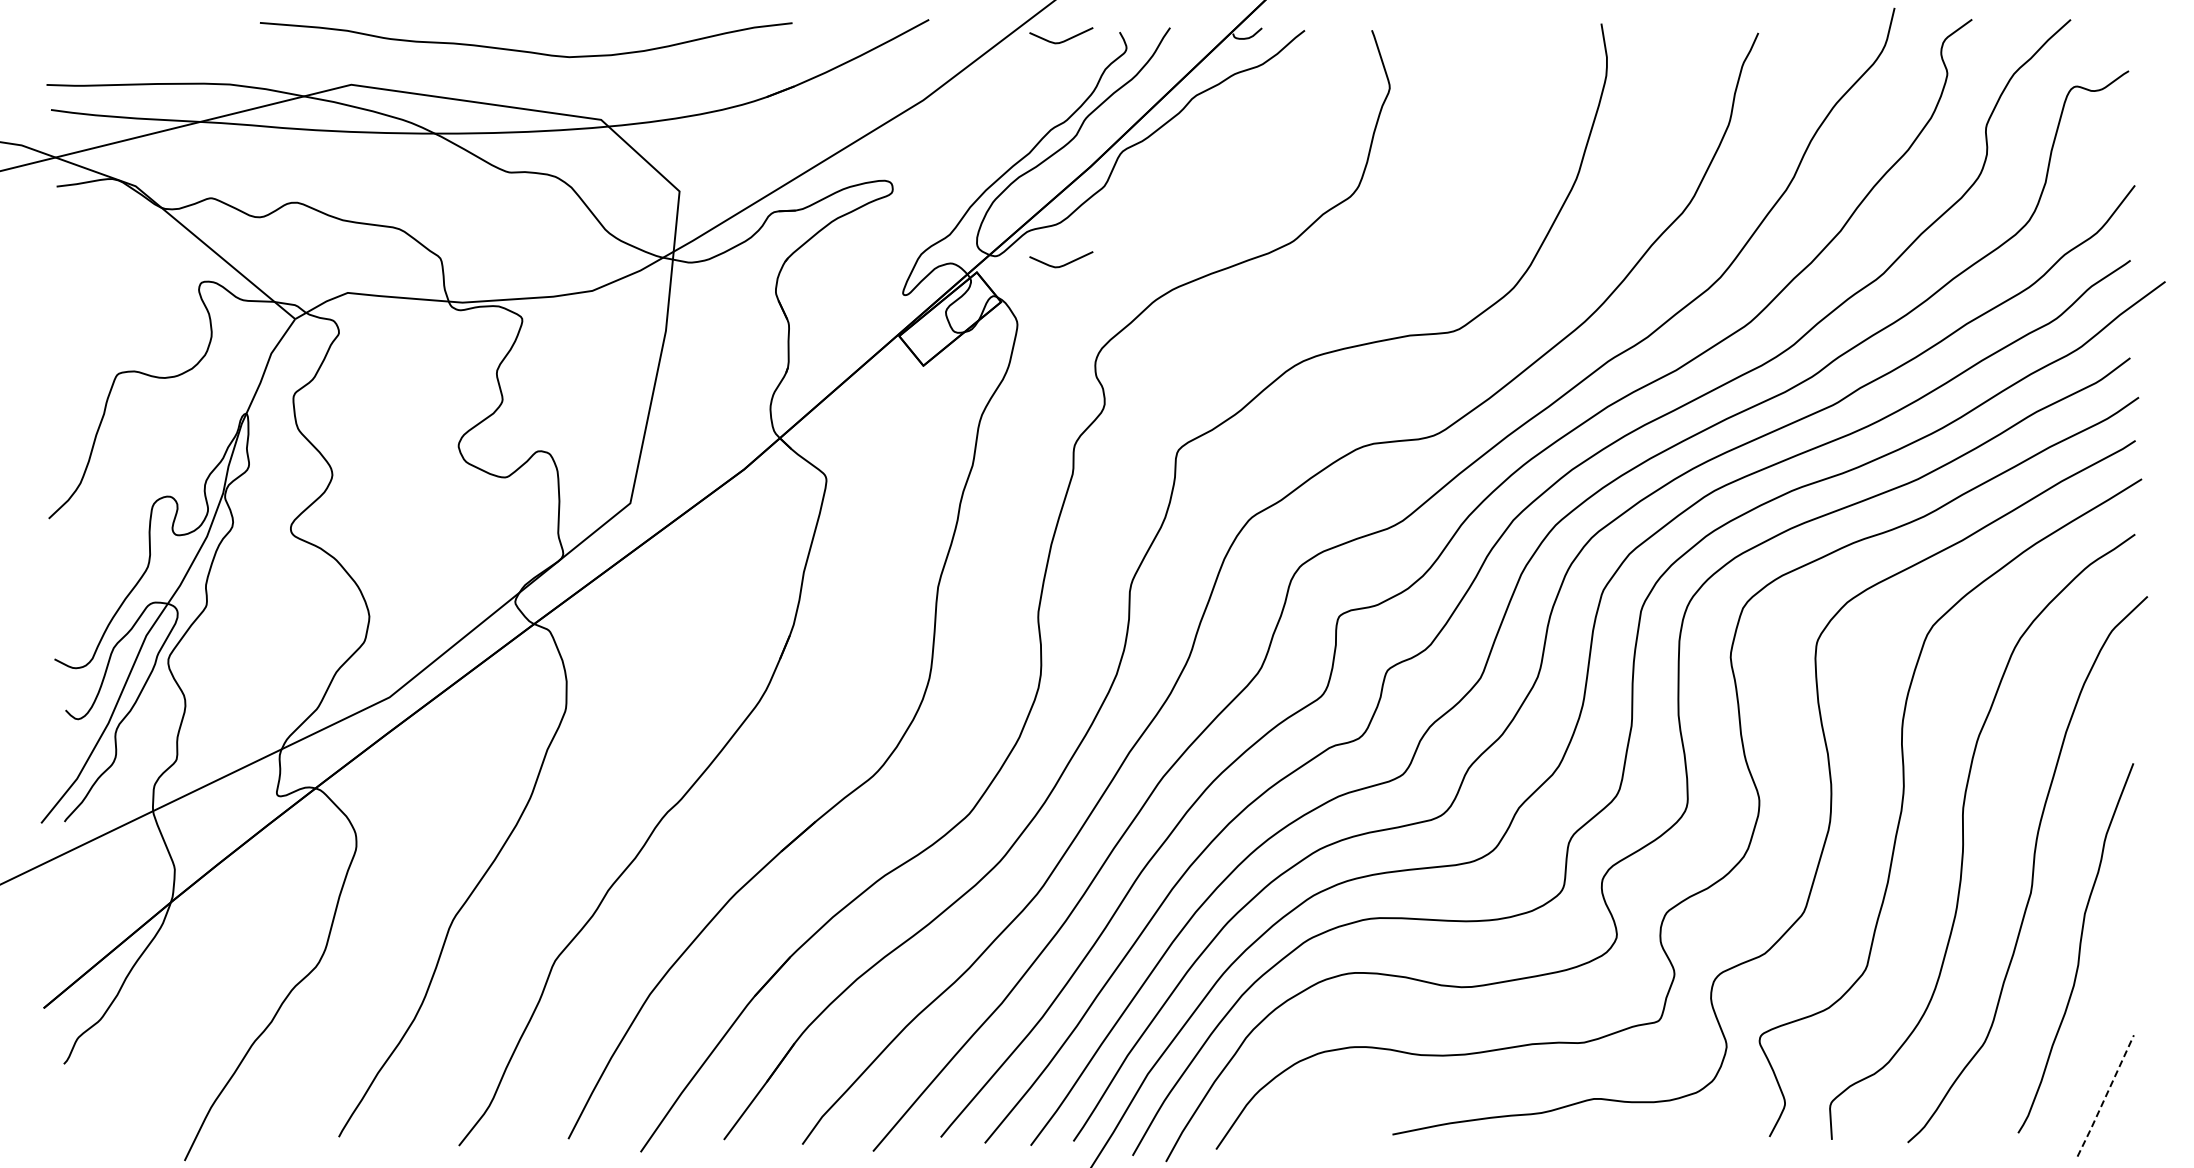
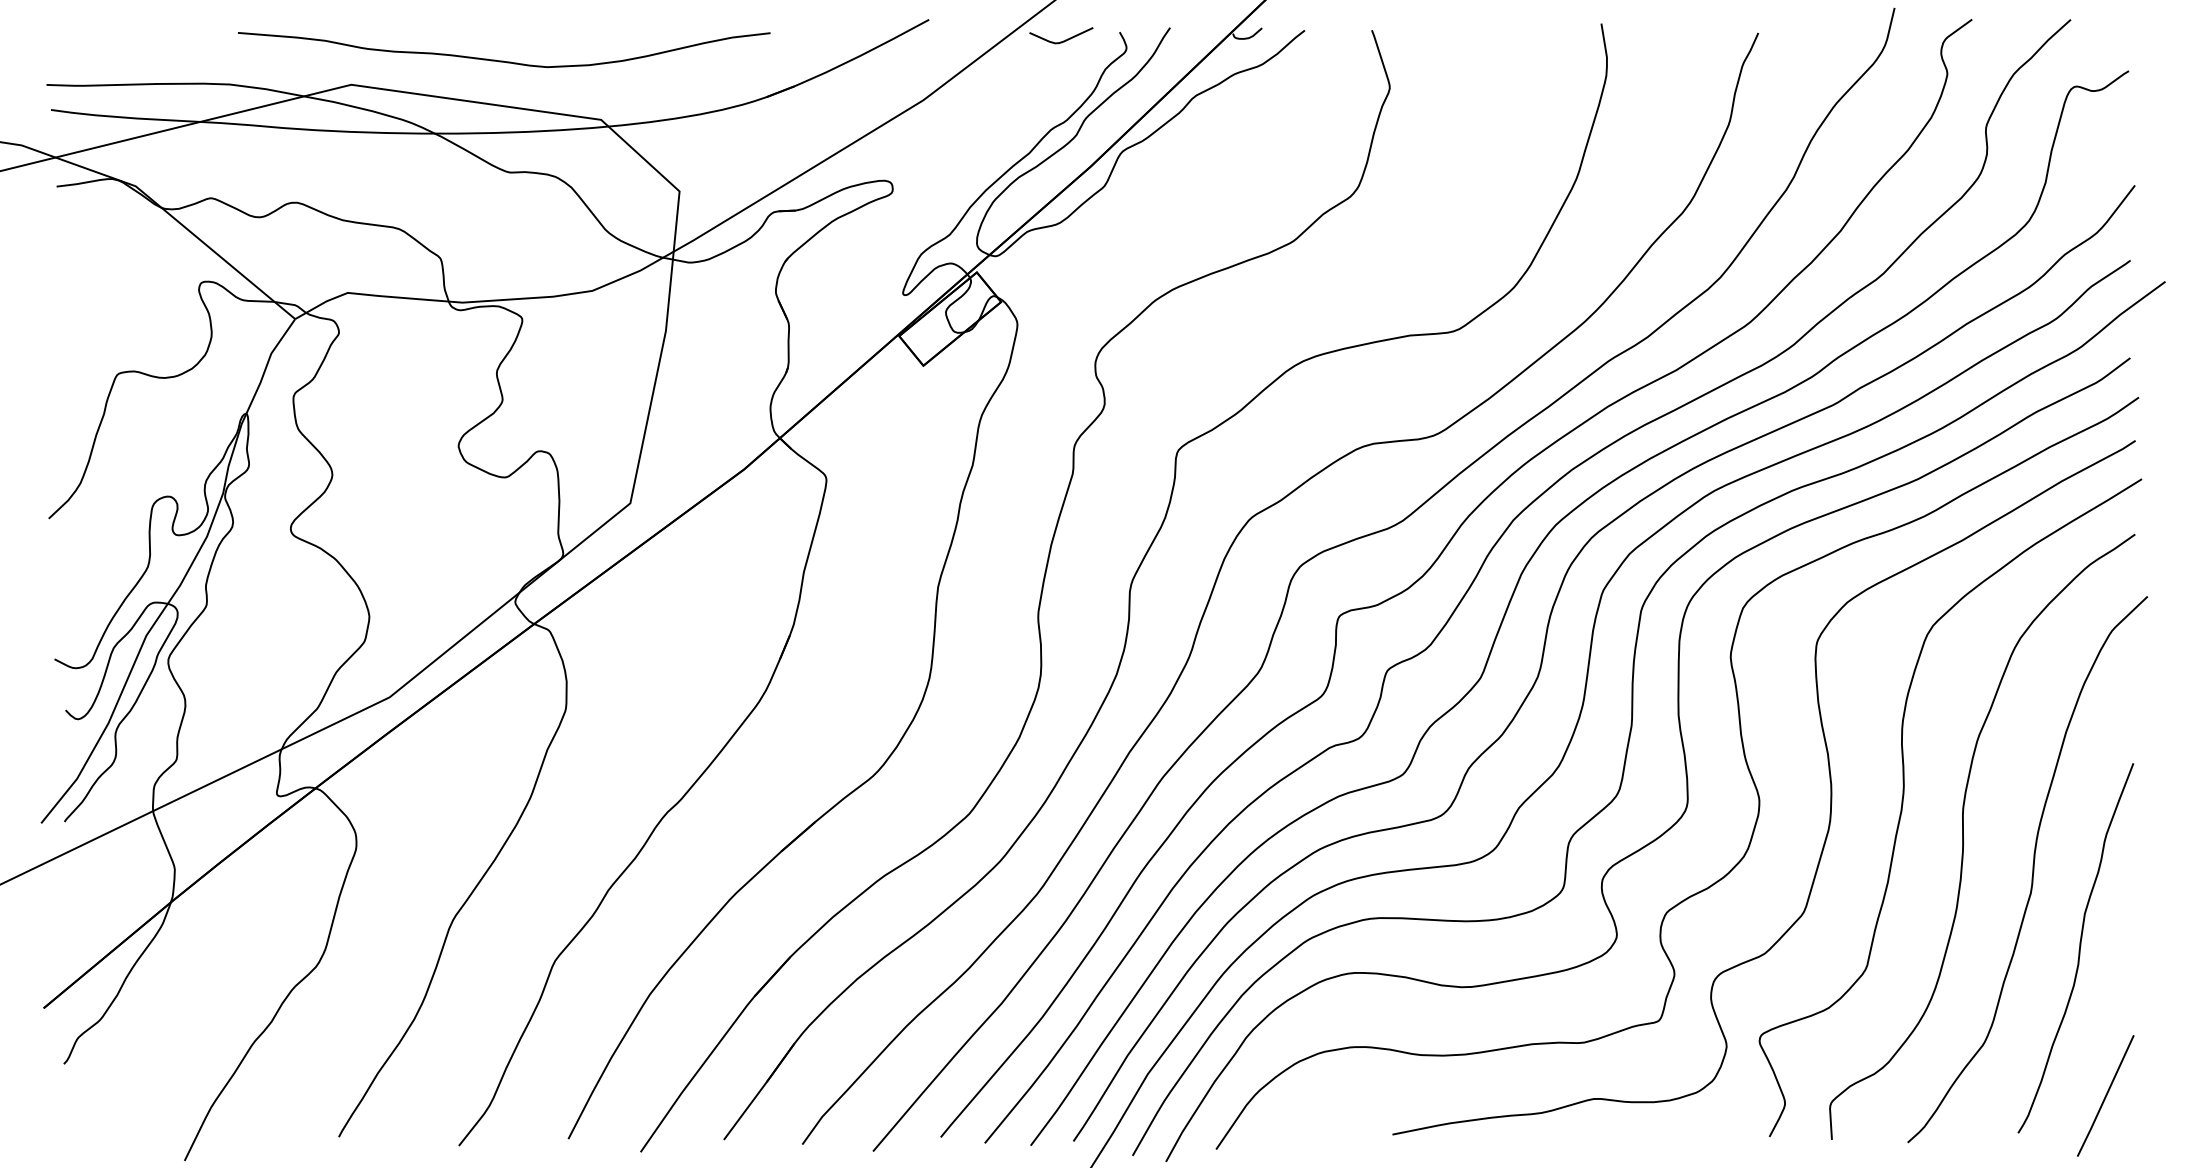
curve at (525, 50) position: (525, 50) -> (503, 60)
curve at (1063, 264): present -> none
line at (2106, 1096): dashed -> solid
